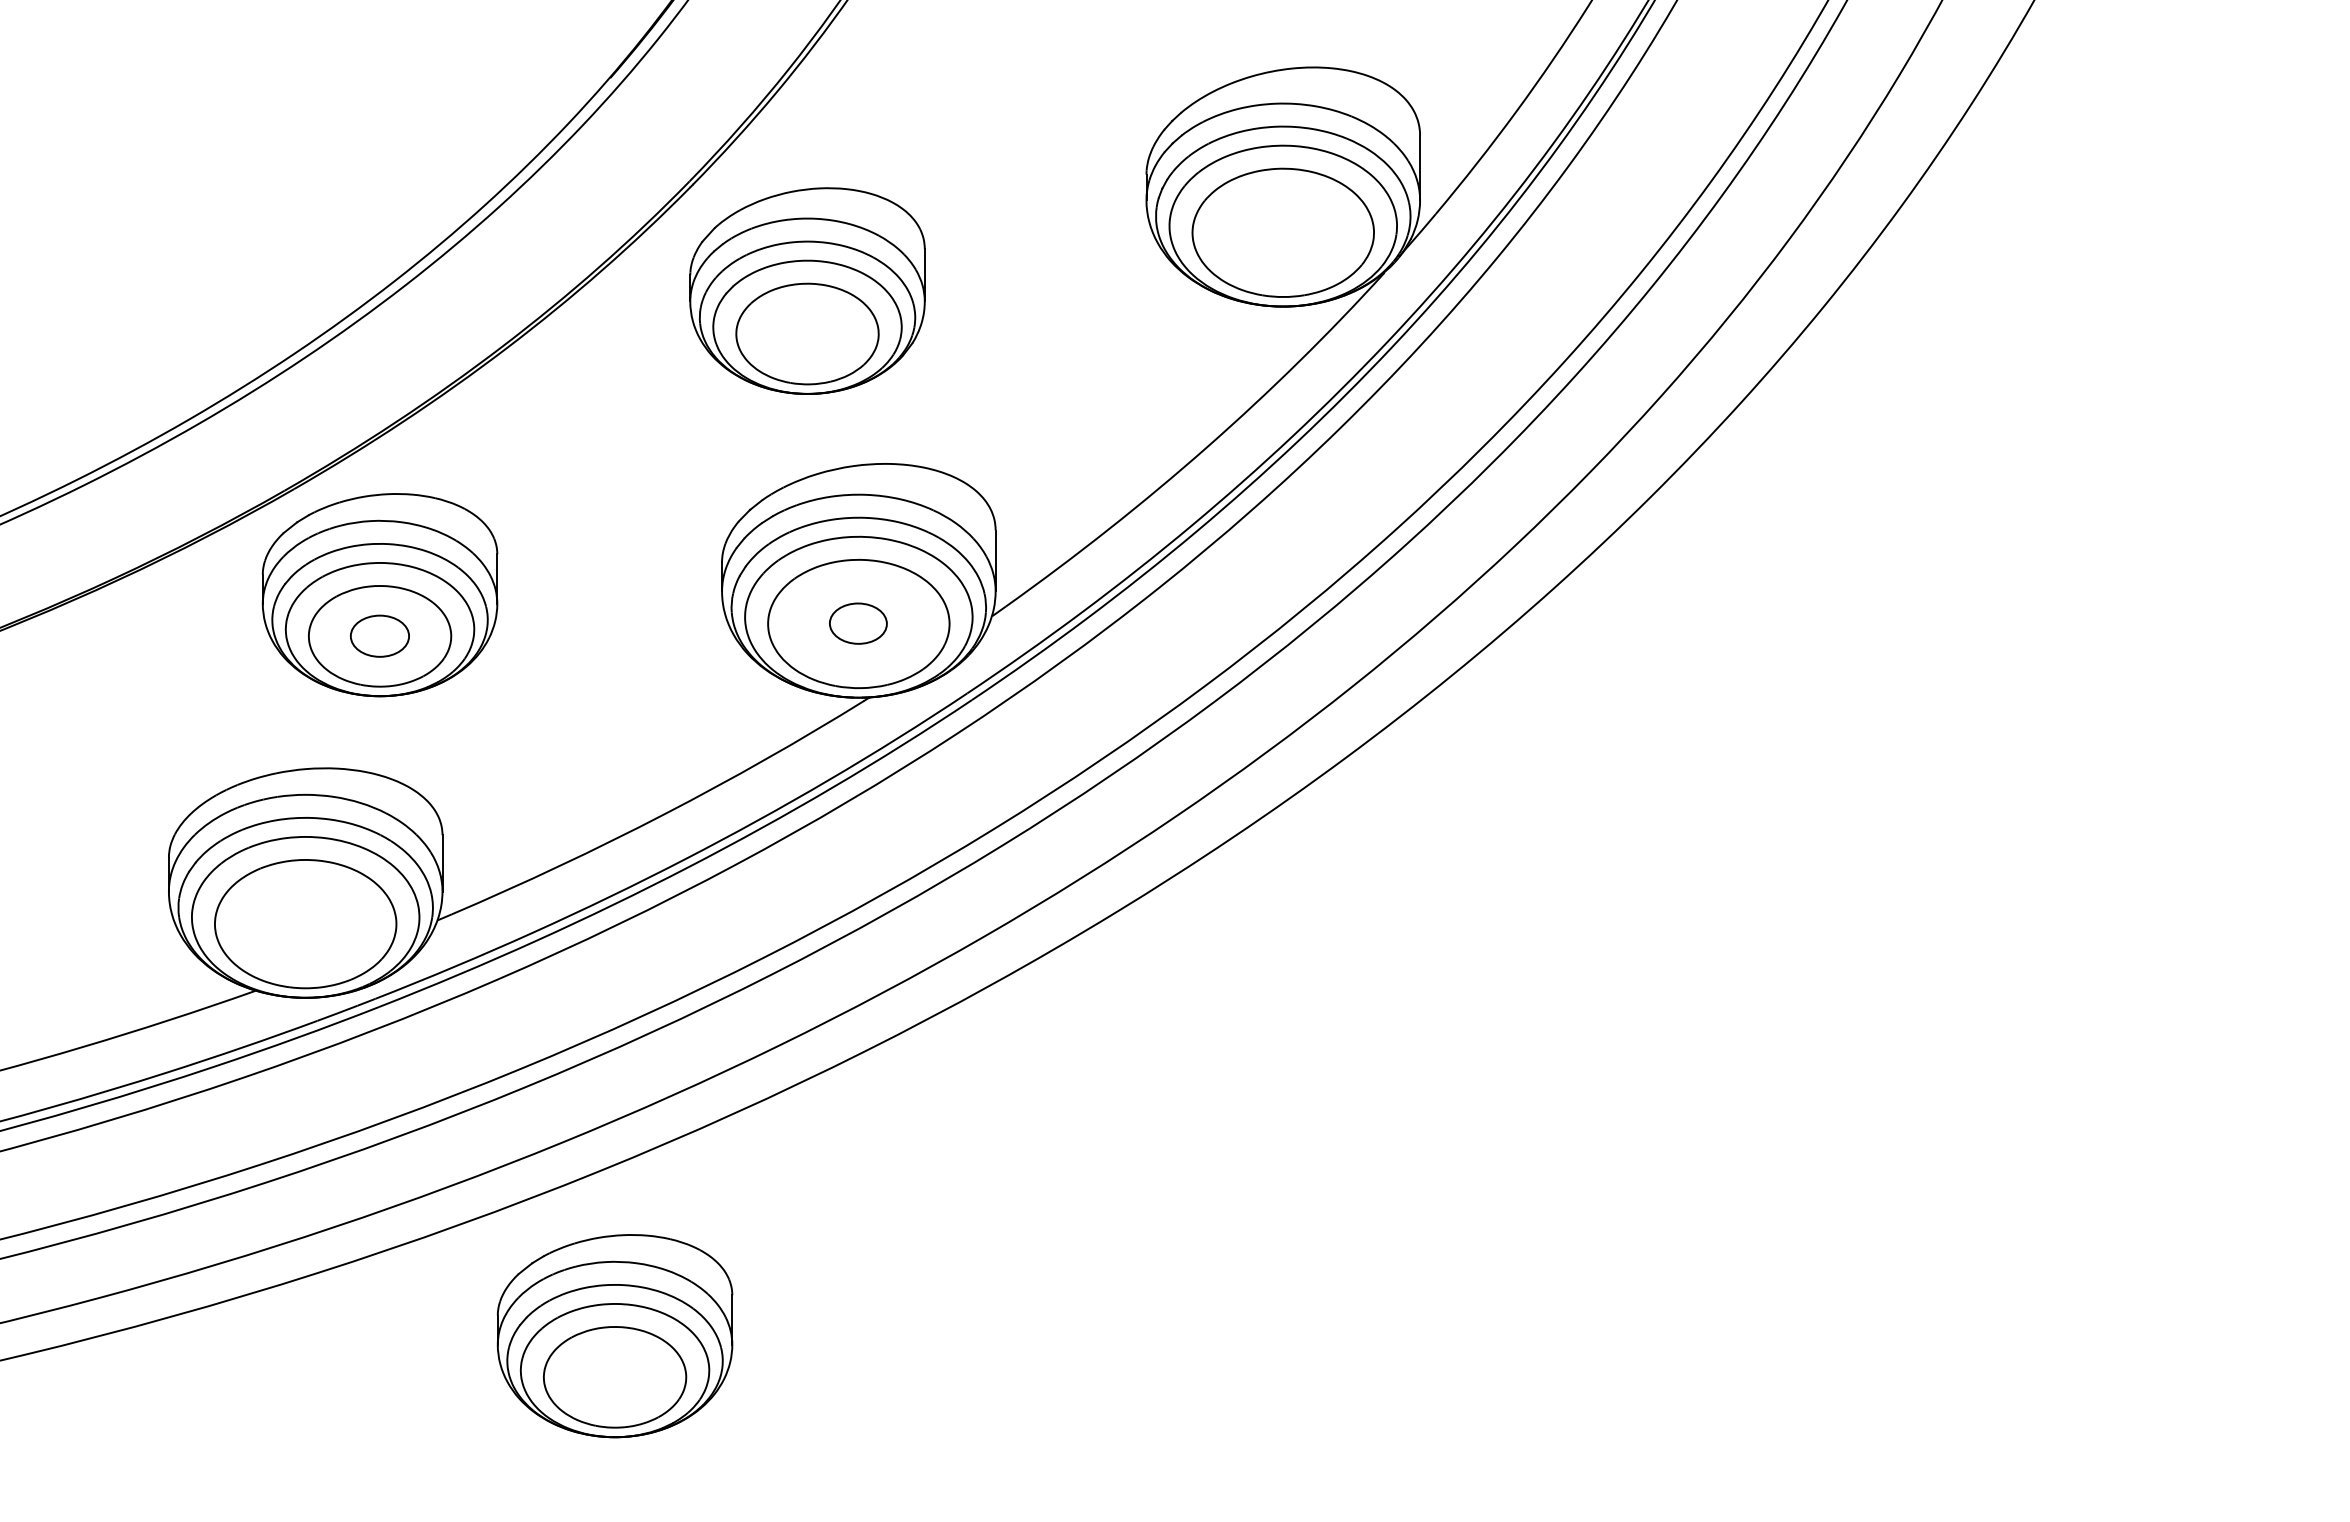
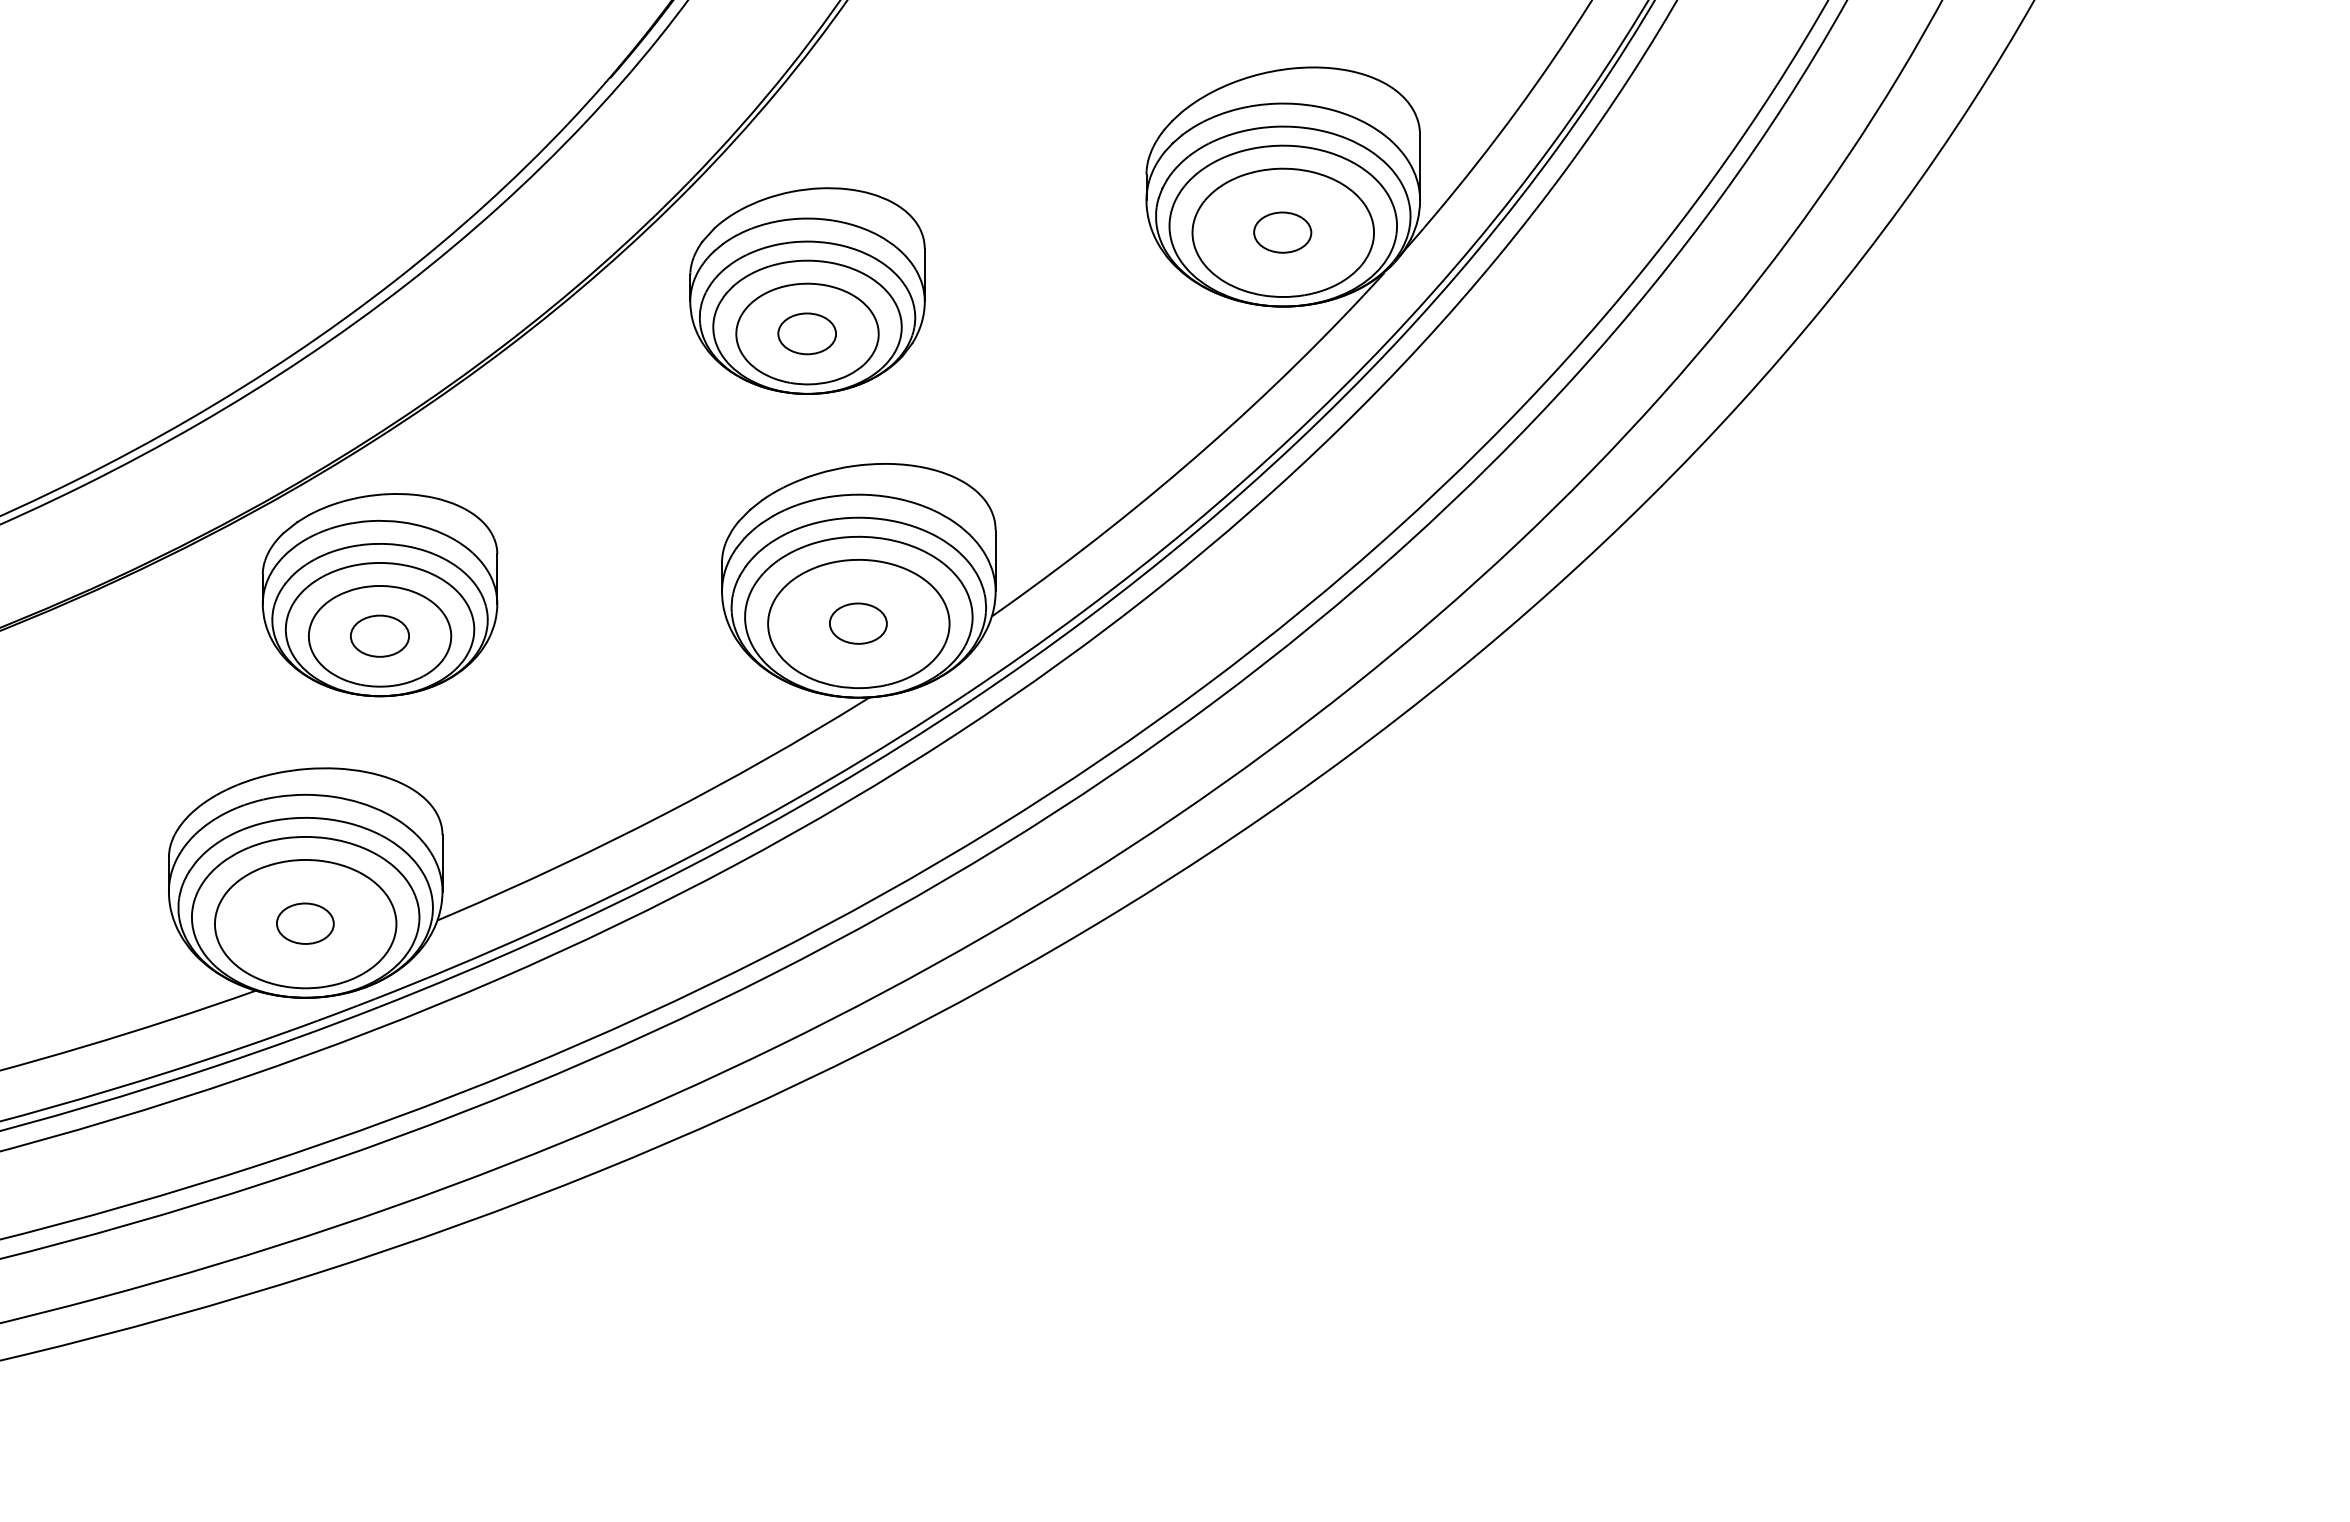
part at (1282, 232): none -> present
part at (806, 333): none -> present
part at (305, 923): none -> present
part at (614, 1336): present -> none
